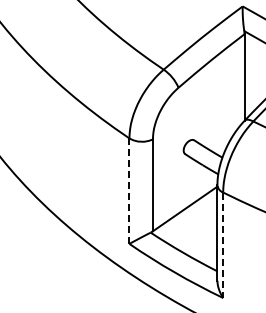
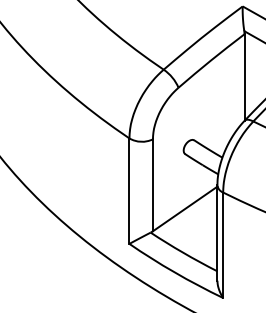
line at (129, 191): dashed -> solid
line at (223, 245): dashed -> solid
